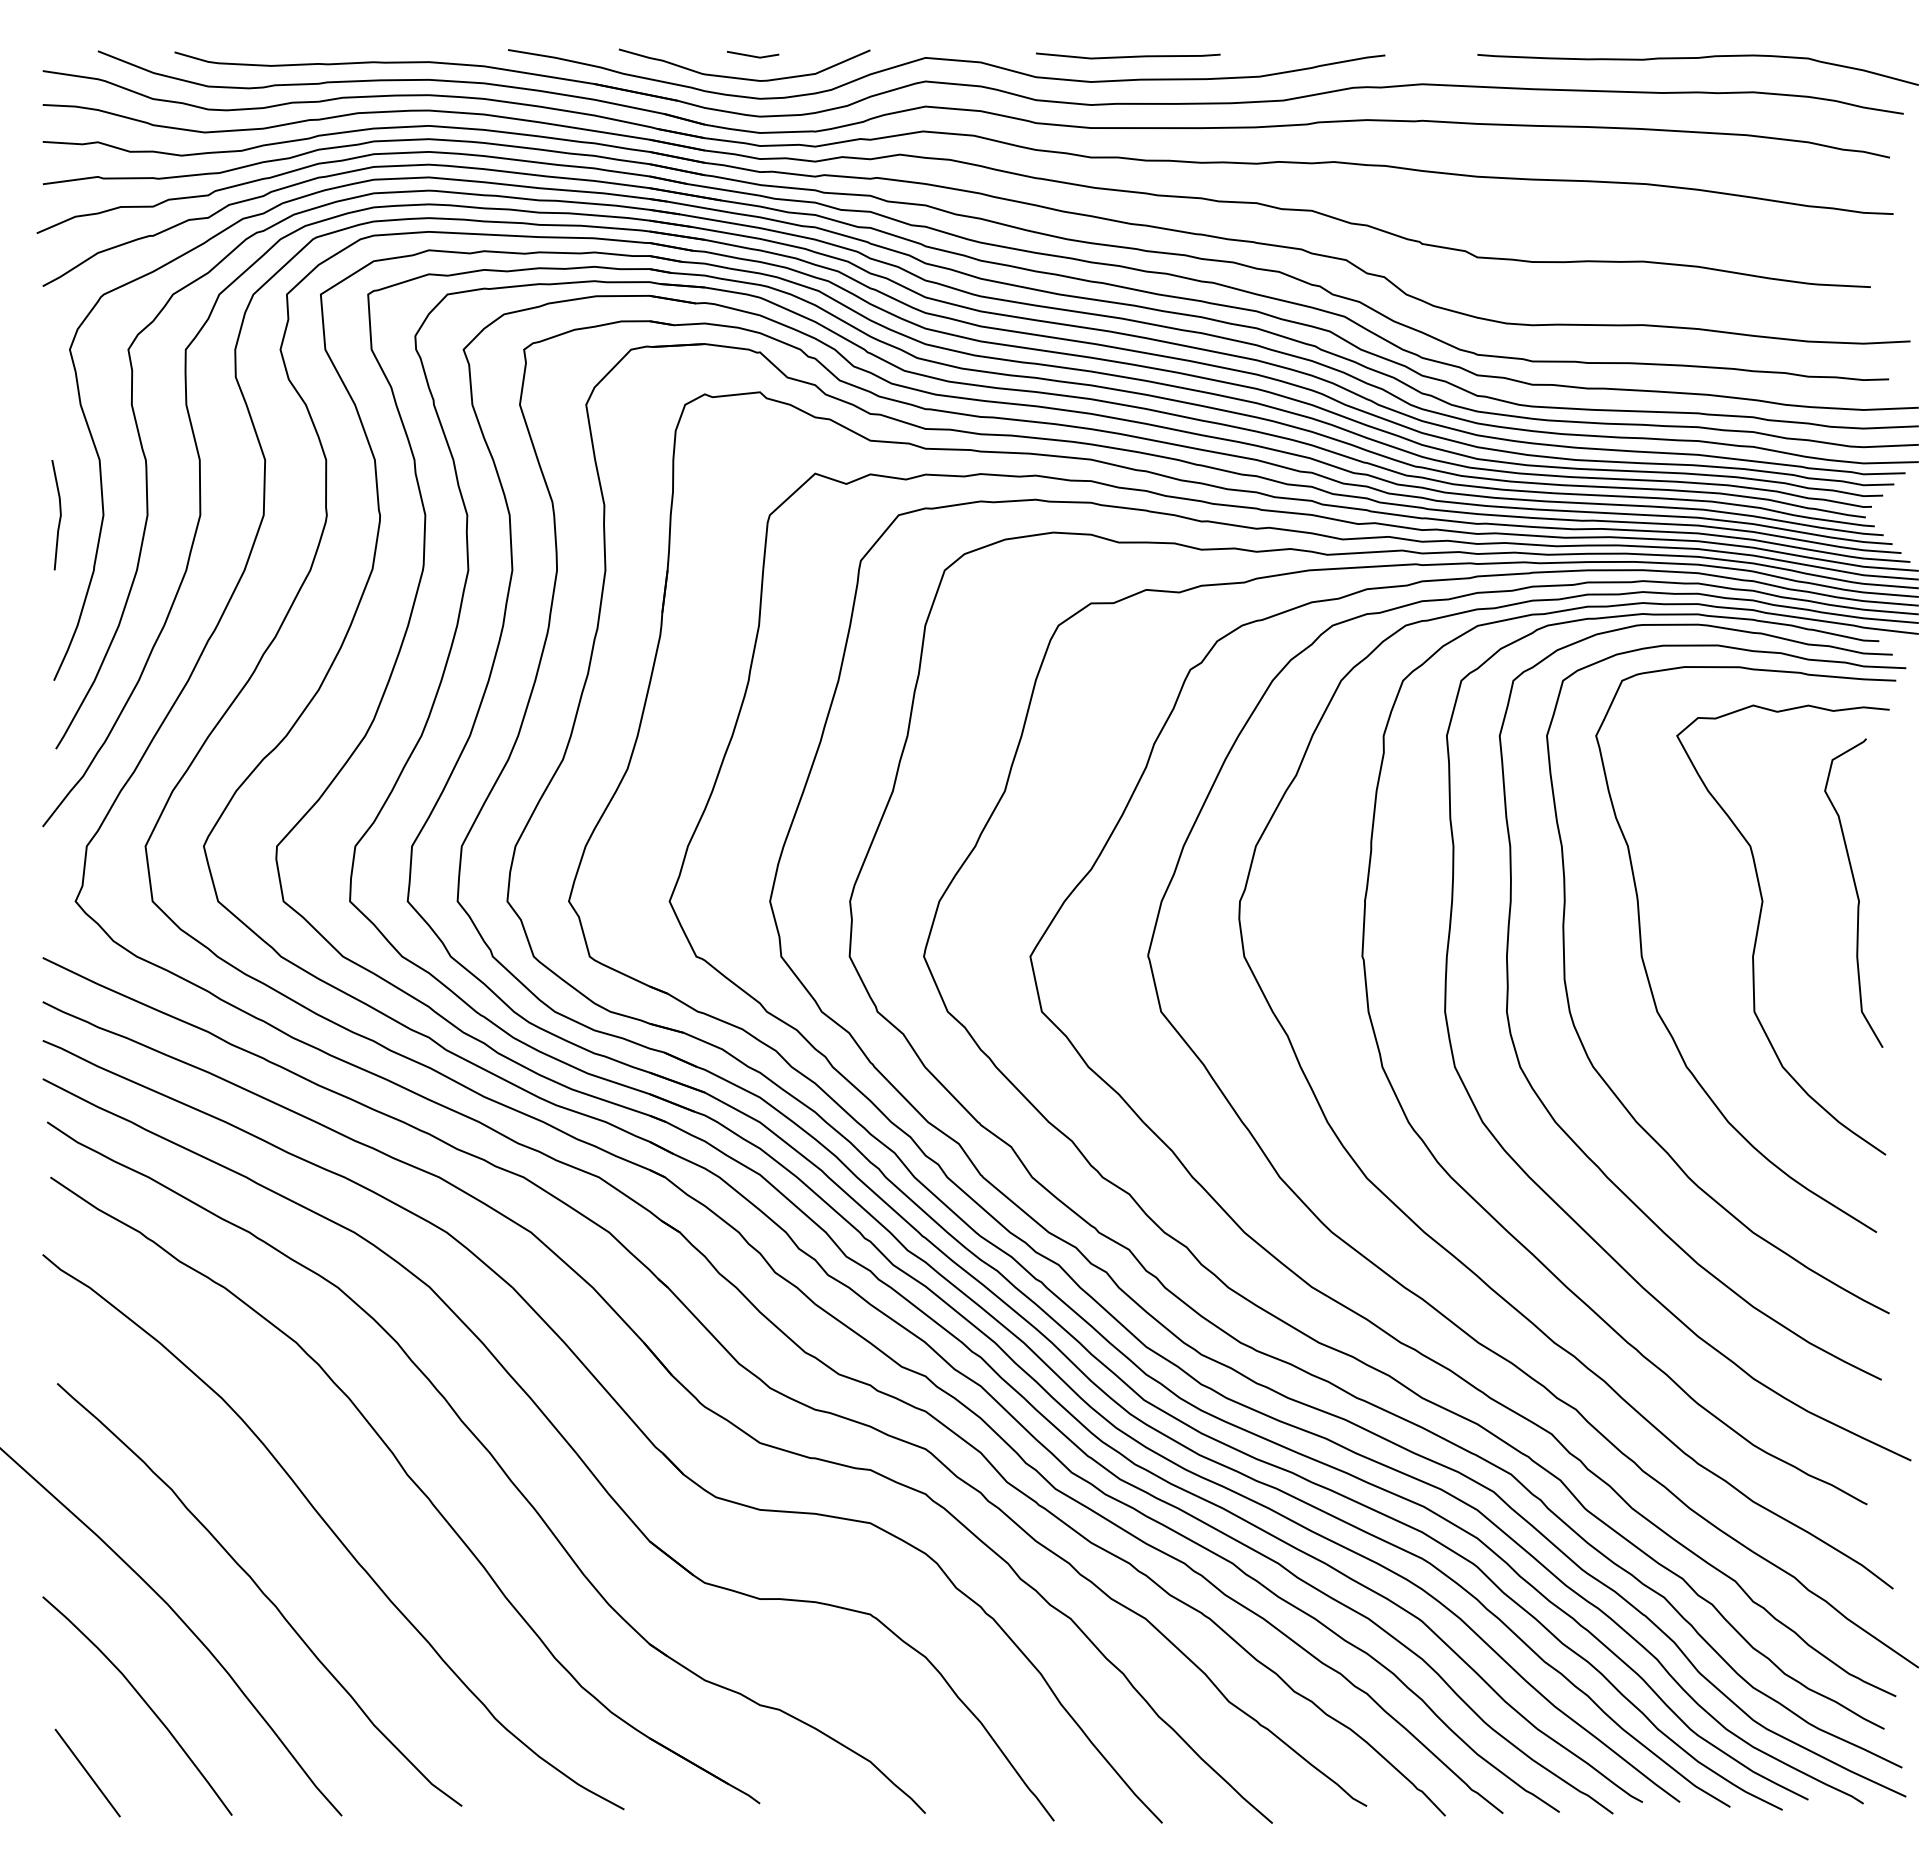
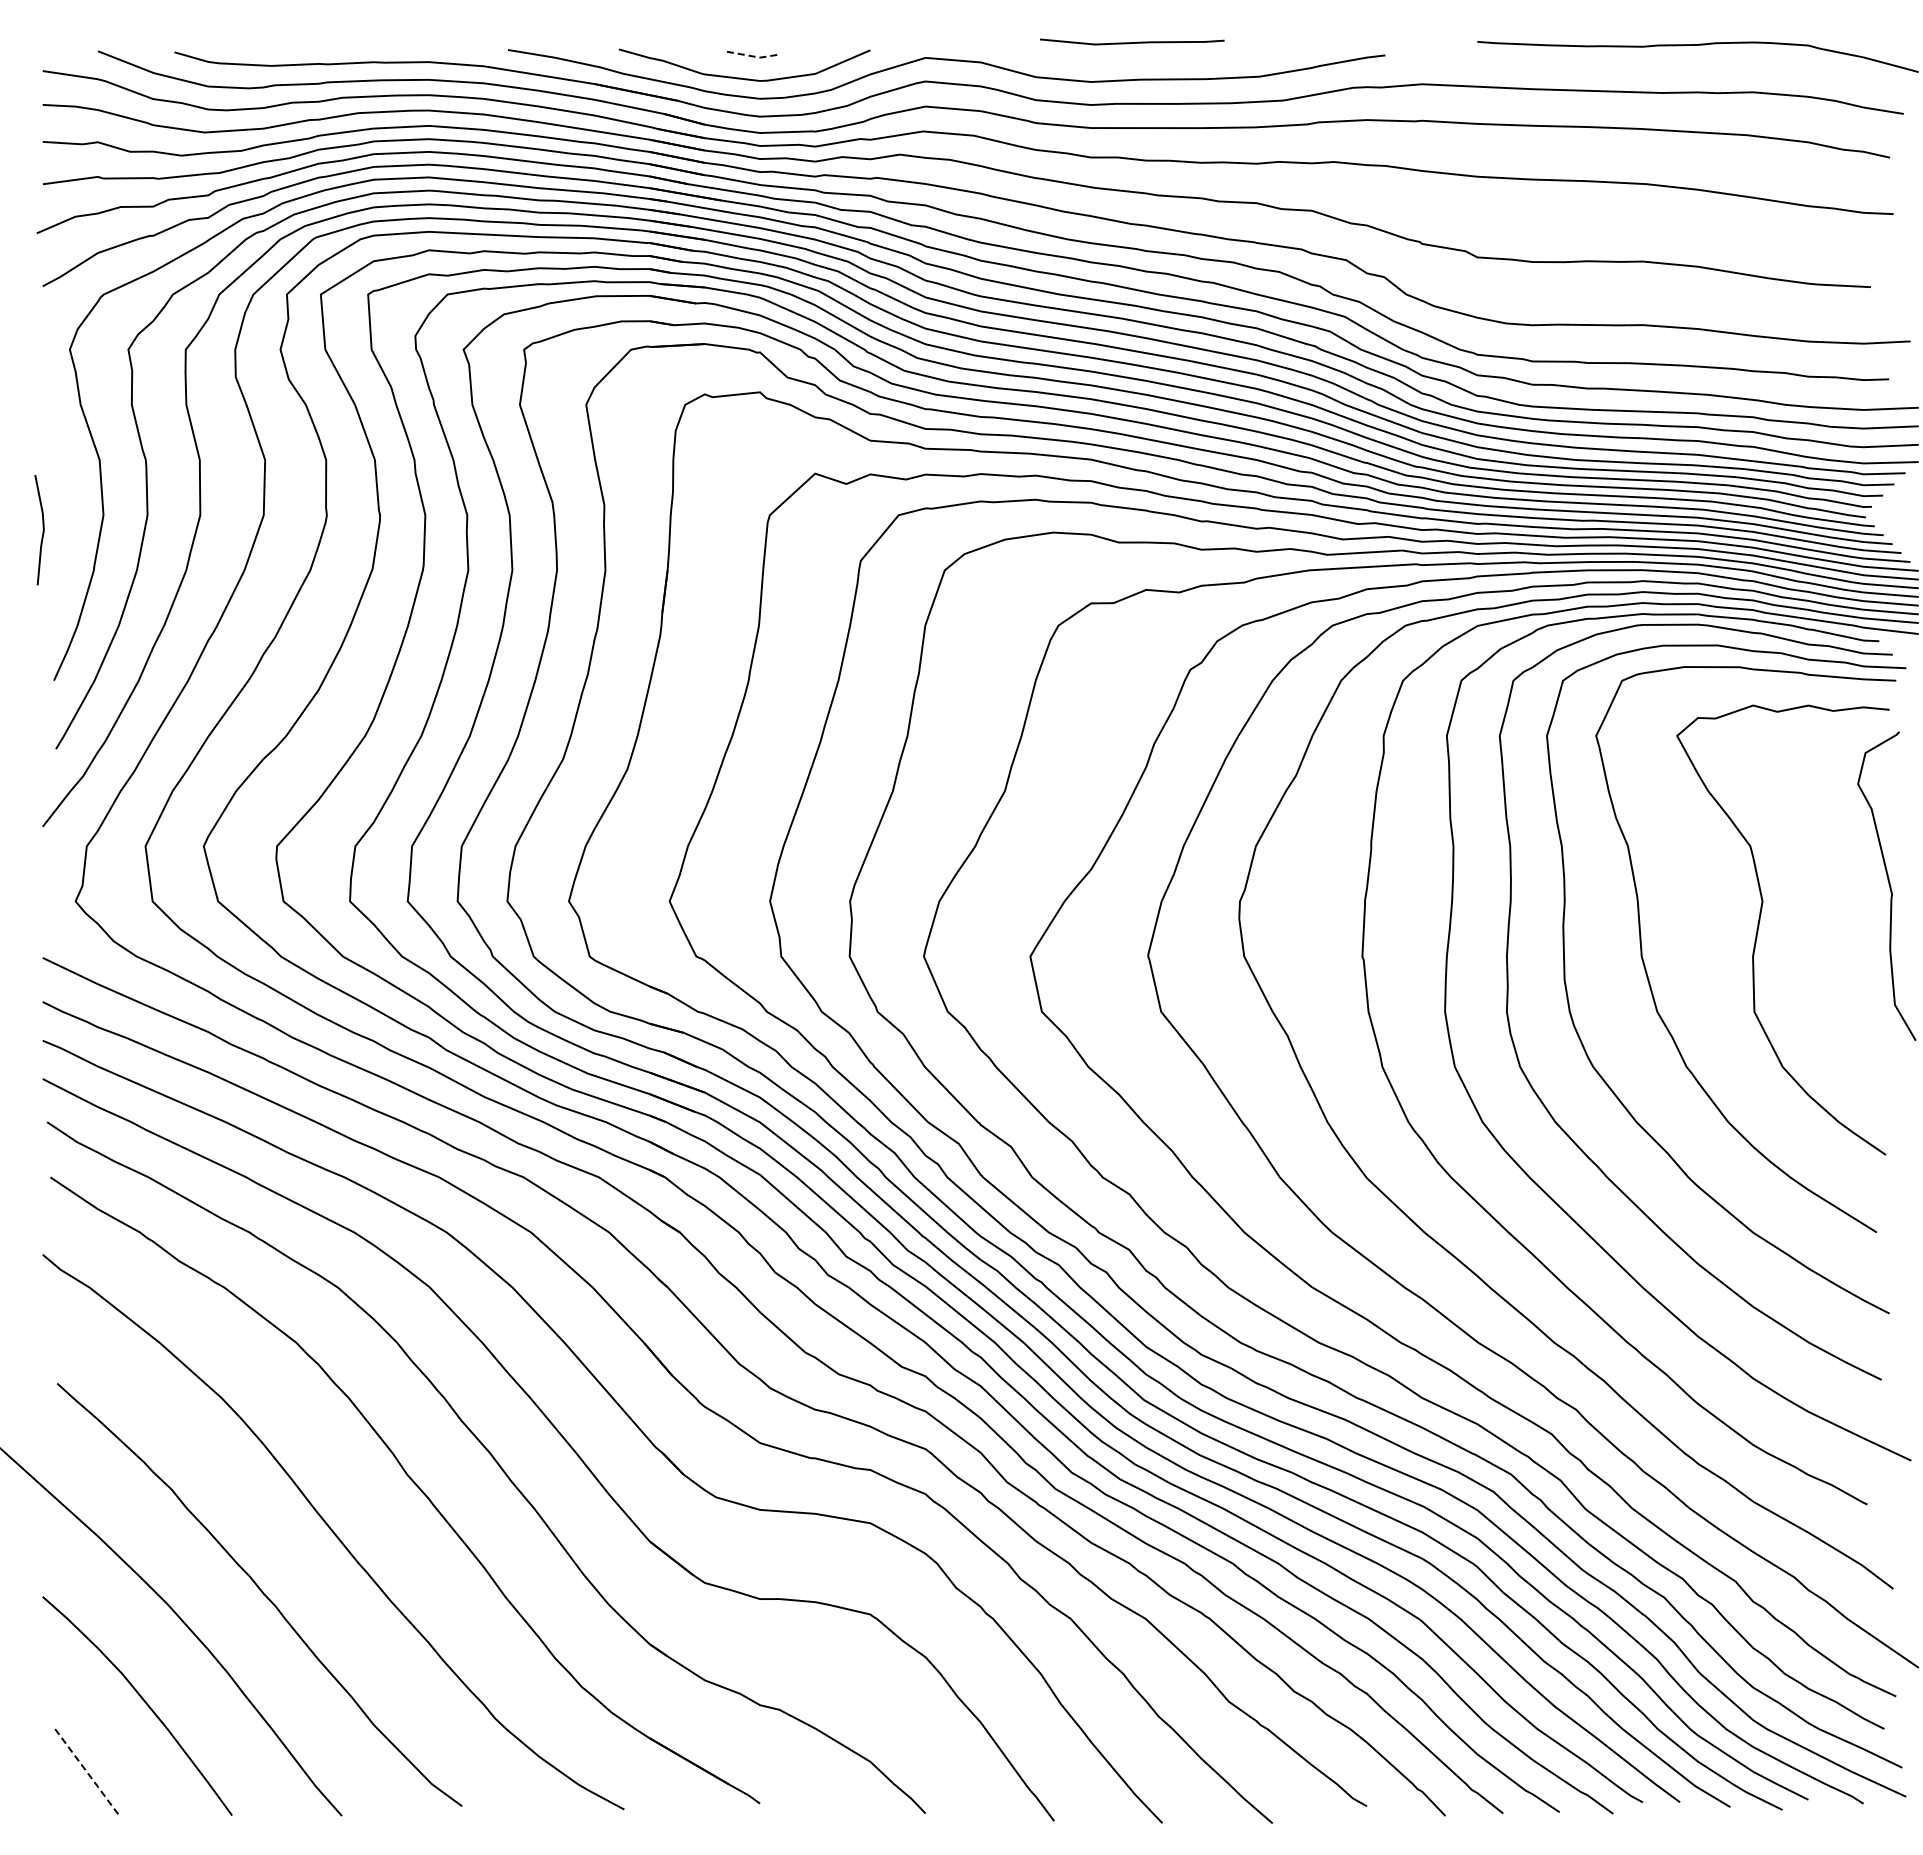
line at (754, 56): solid -> dashed
line at (1128, 56) position: (1128, 56) -> (1132, 42)
curve at (1697, 58) position: (1697, 58) -> (1697, 45)
line at (59, 516) position: (59, 516) -> (42, 531)
curve at (1855, 891) position: (1855, 891) -> (1888, 884)
line at (87, 1773): solid -> dashed
